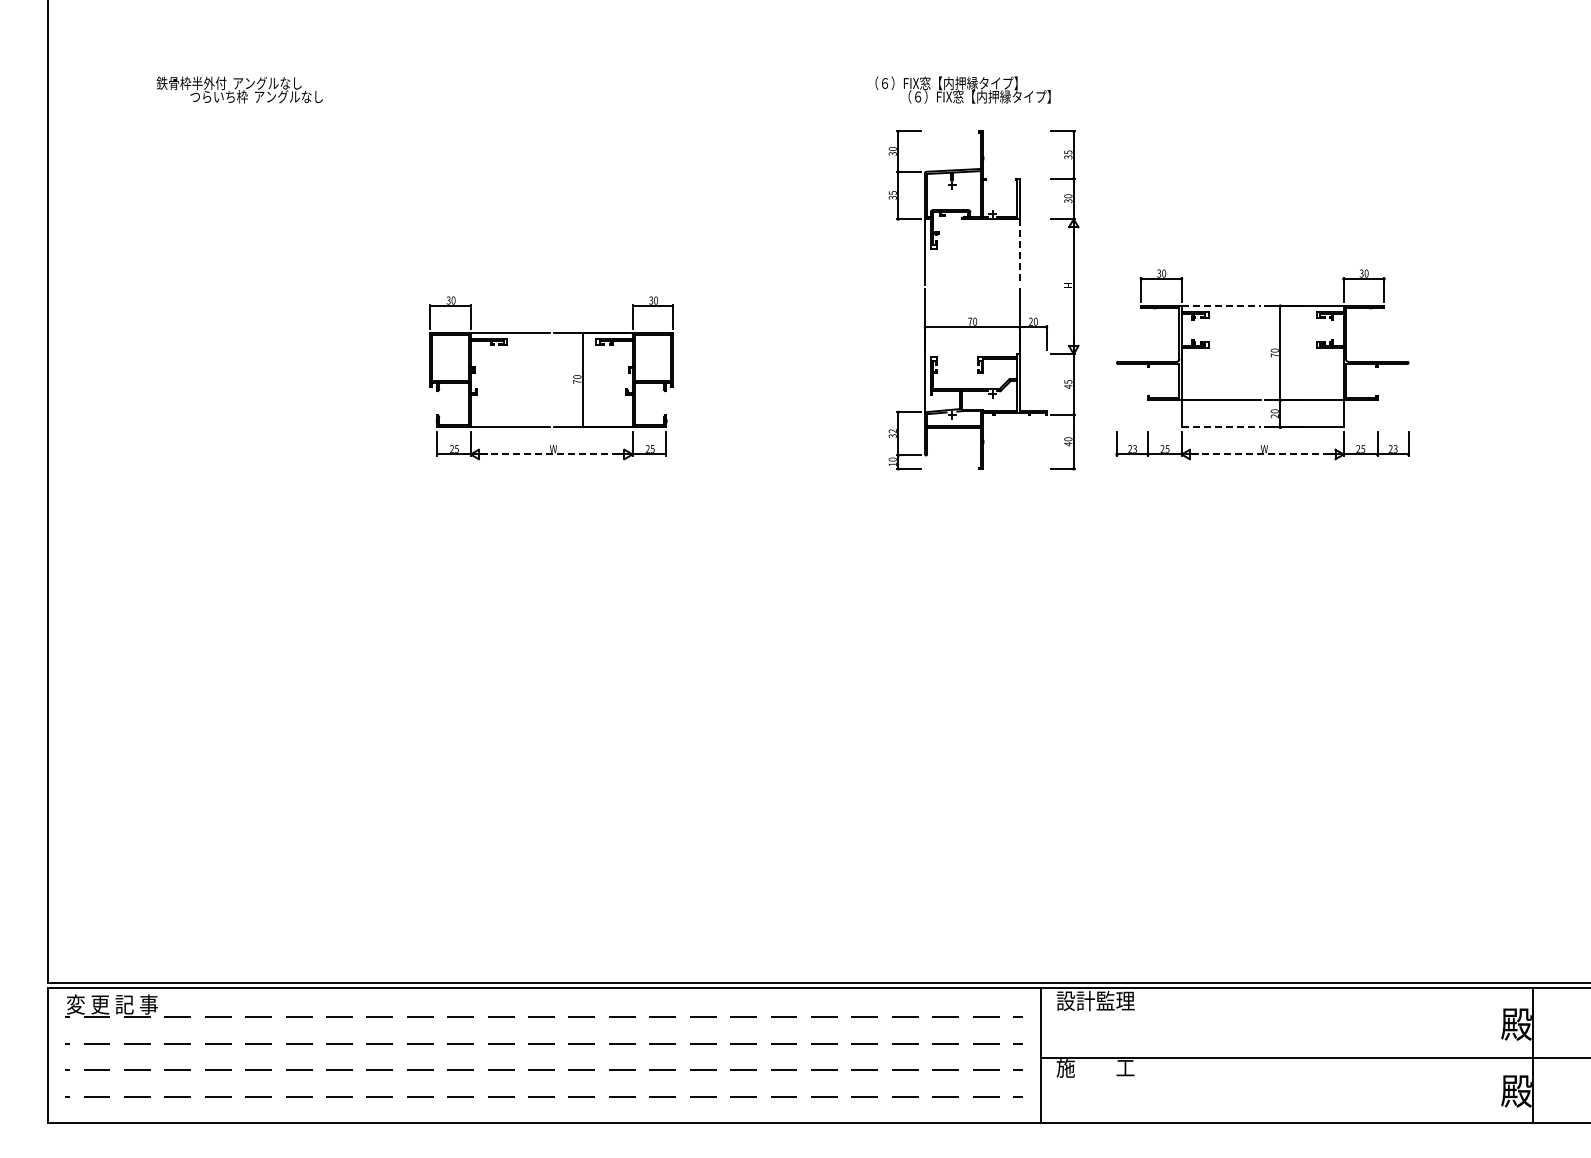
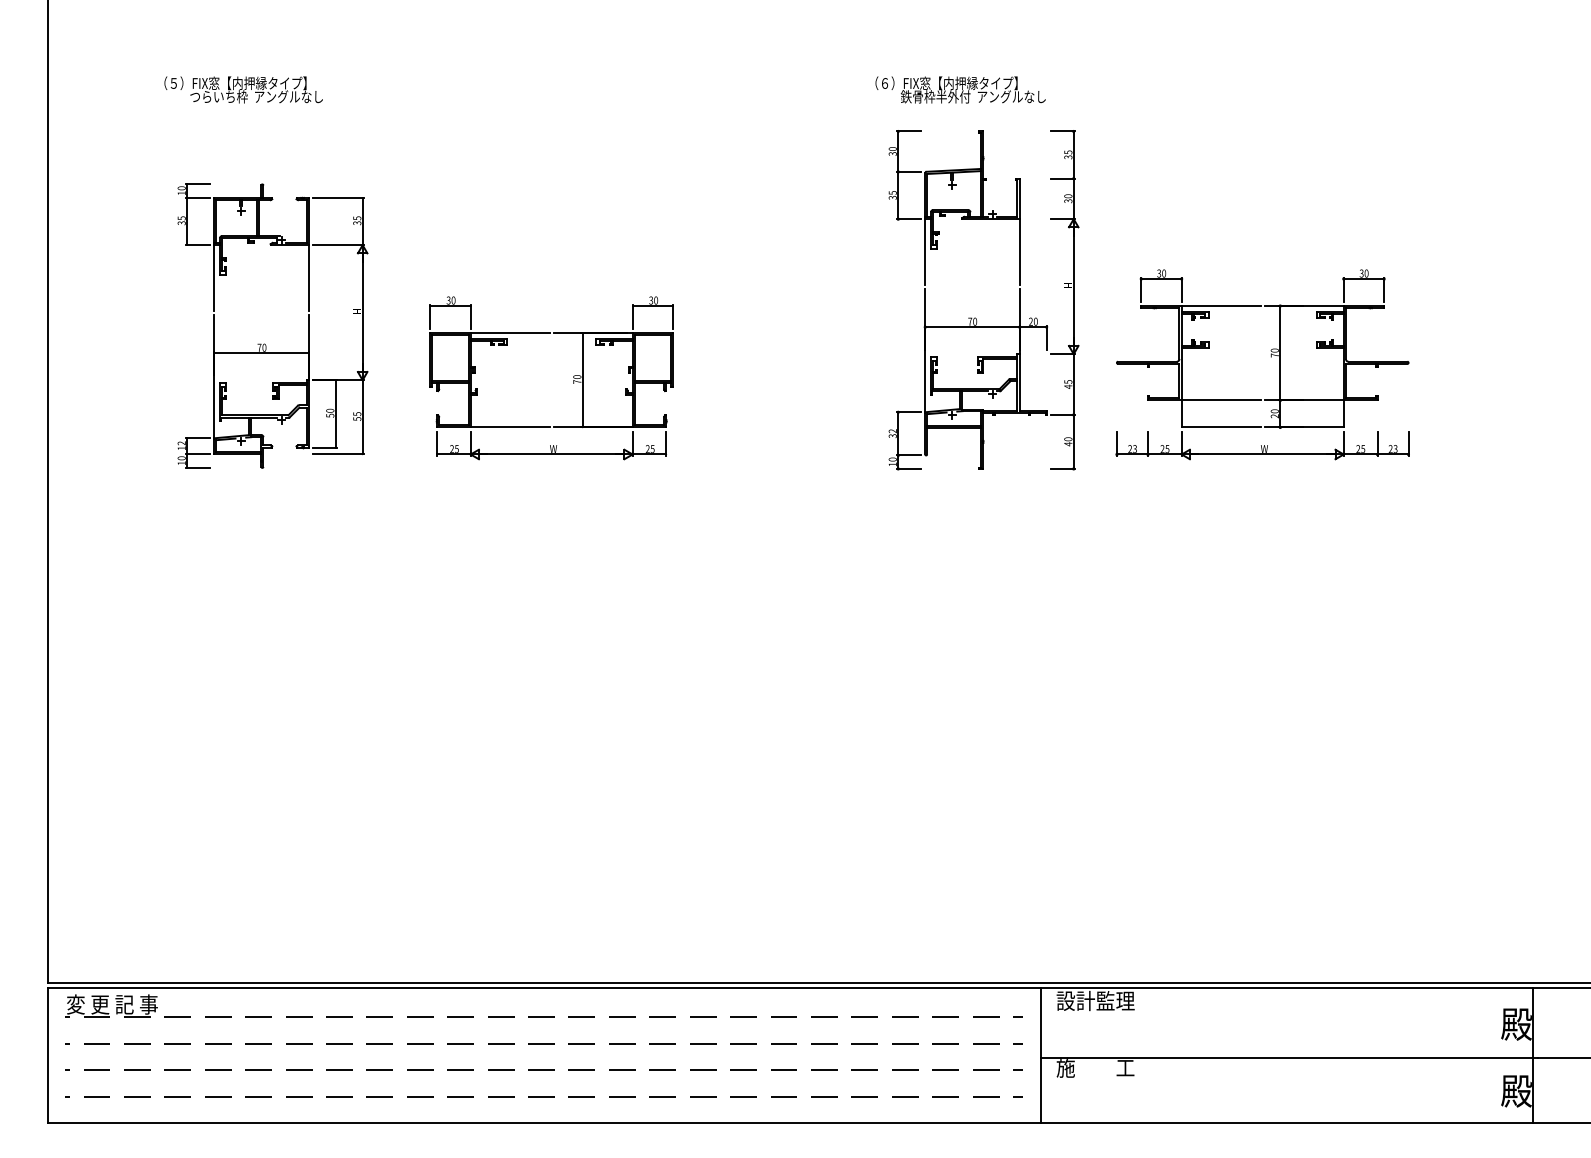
text at (231, 83): 鉄骨枠半外付  アングルなし -> （５）FIX窓【内押縁タイプ】
text at (975, 96): （６）FIX窓【内押縁タイプ】 -> 鉄骨枠半外付  アングルなし
line at (1019, 251): dashed -> solid
line at (1221, 306): dashed -> solid
part at (264, 343): none -> present
line at (1221, 427): dashed -> solid
line at (551, 454): dashed -> solid
line at (1262, 454): dashed -> solid
